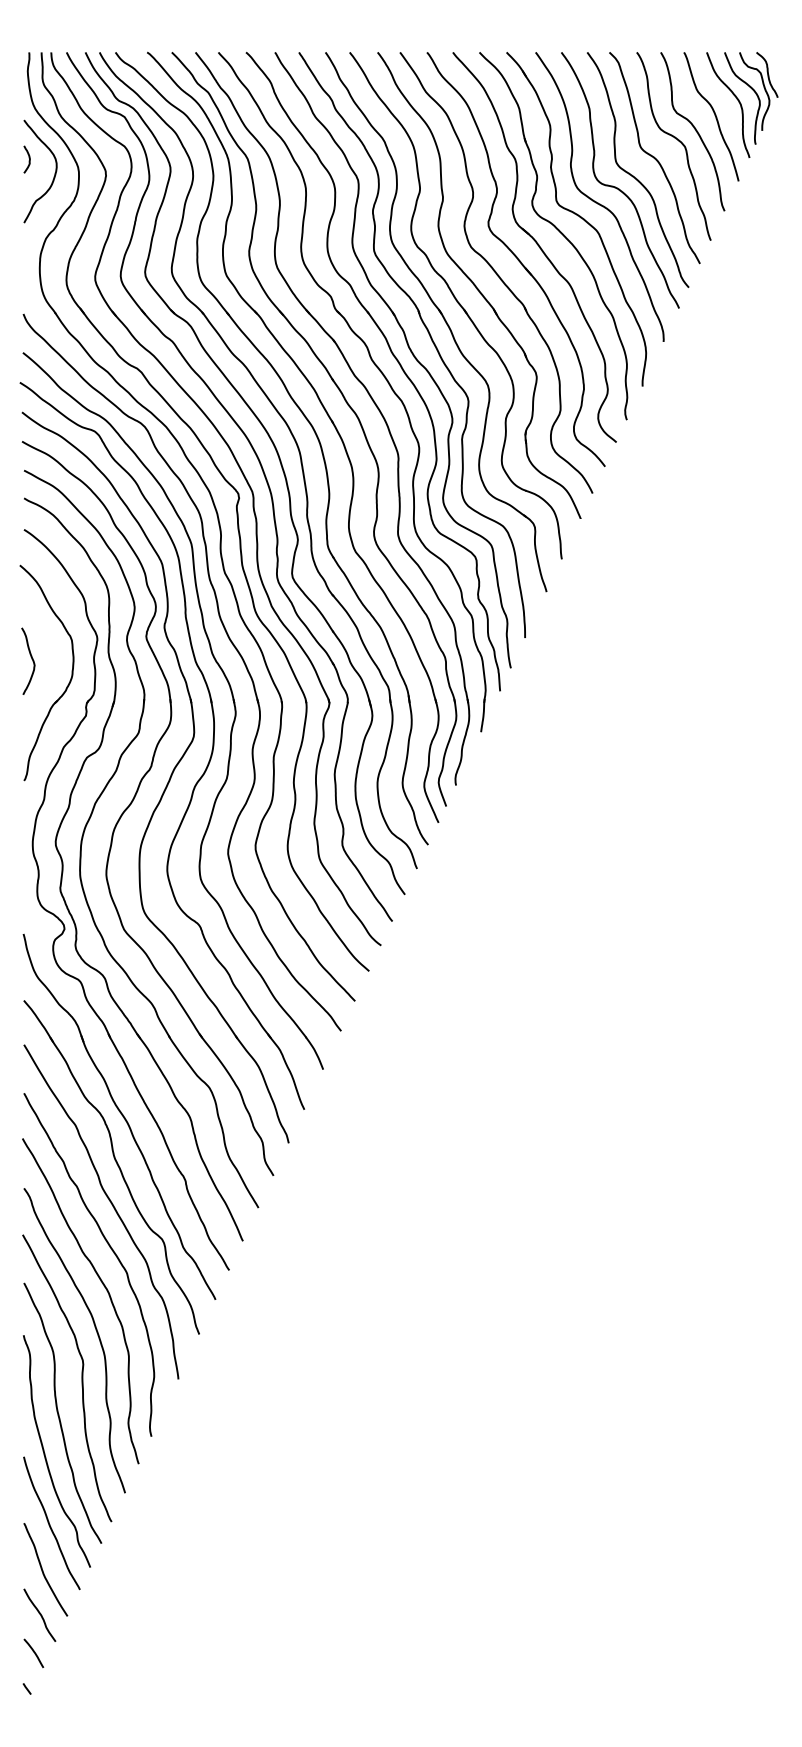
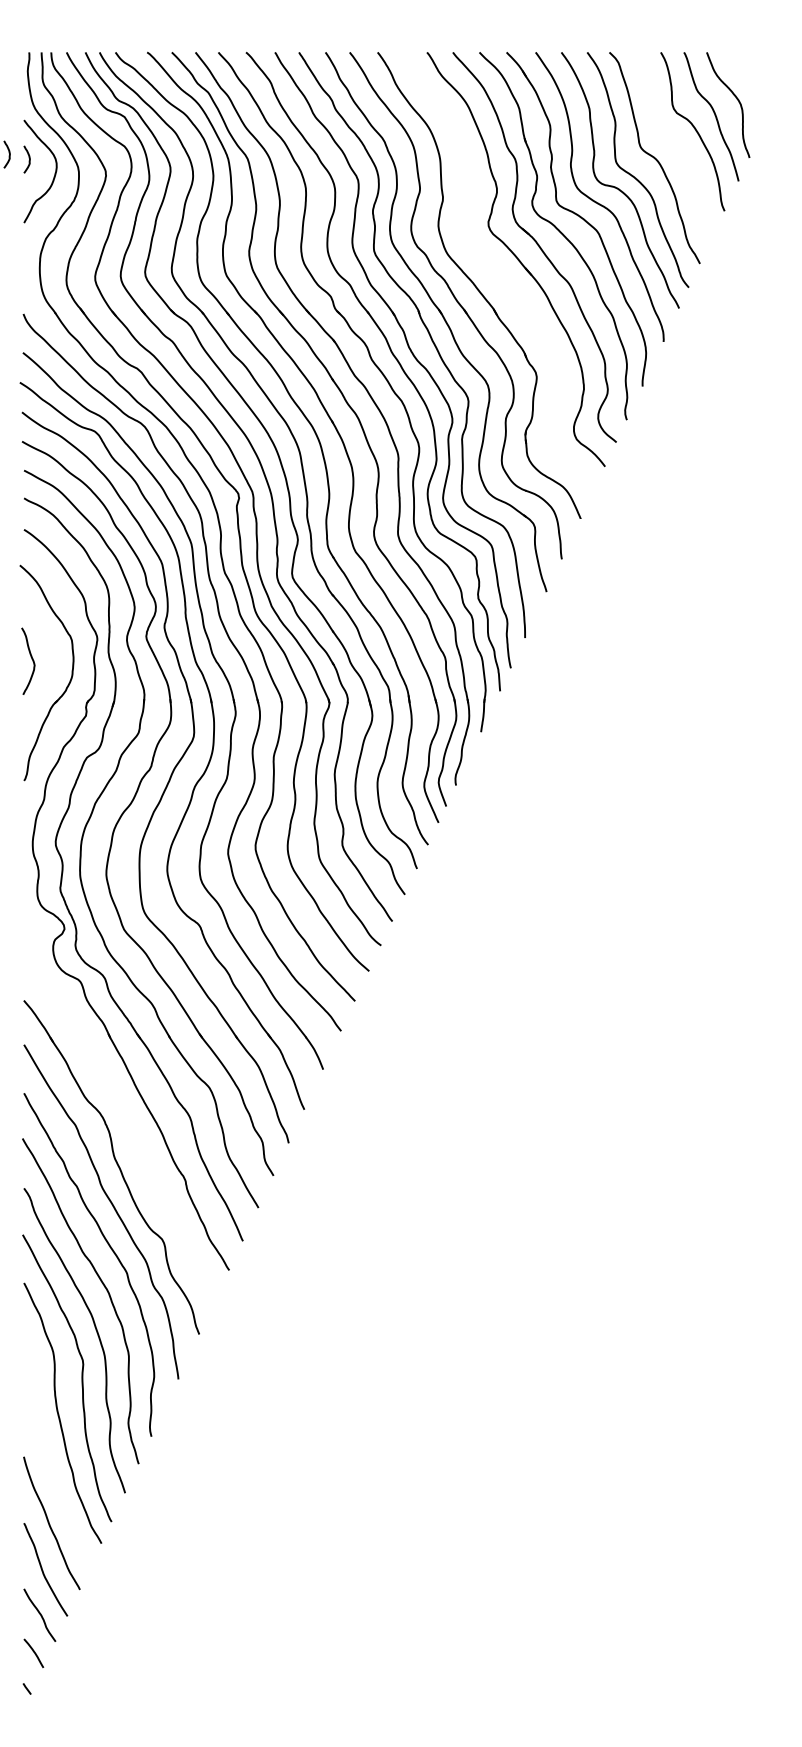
part at (751, 98): present -> none
curve at (678, 141): present -> none
curve at (8, 153): none -> present
part at (496, 272): present -> none
part at (119, 1116): present -> none
curve at (45, 1453): present -> none
